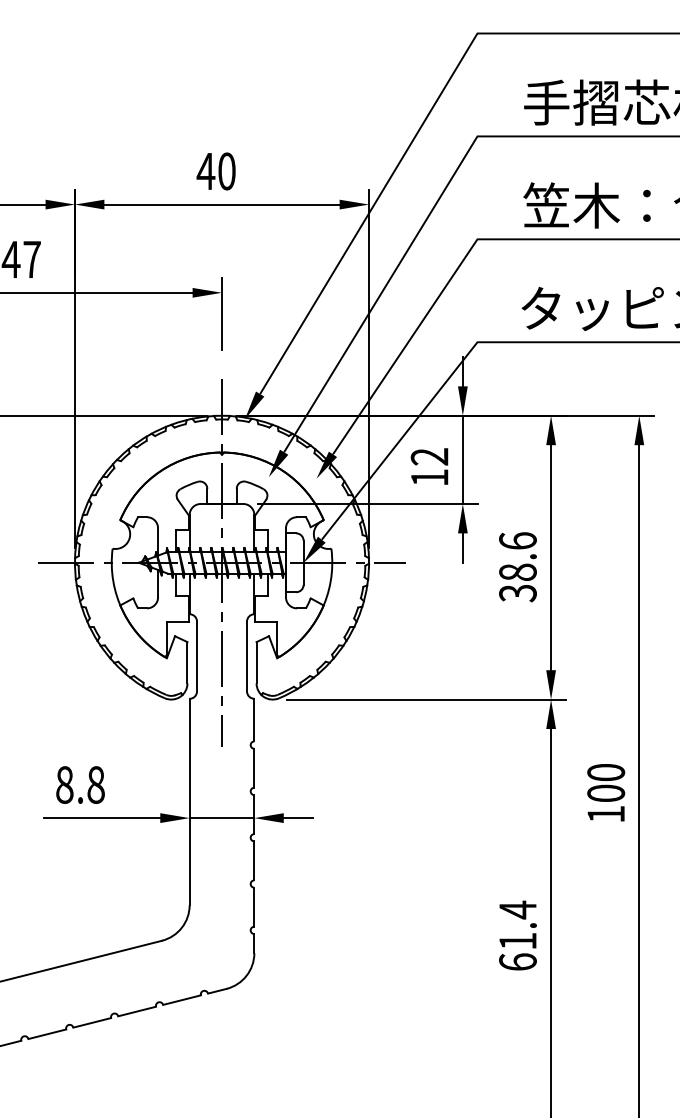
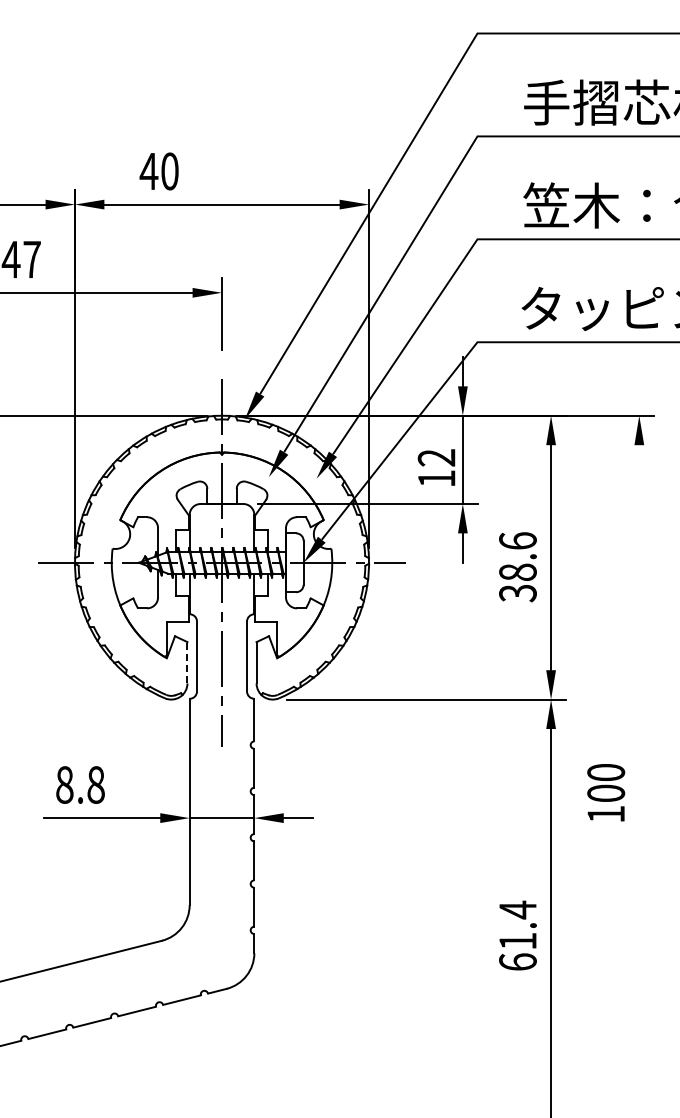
text at (215, 171) position: (215, 171) -> (158, 171)
text at (429, 466) position: (429, 466) -> (436, 467)
line at (187, 662): solid -> dashed
line at (639, 779): present -> none
